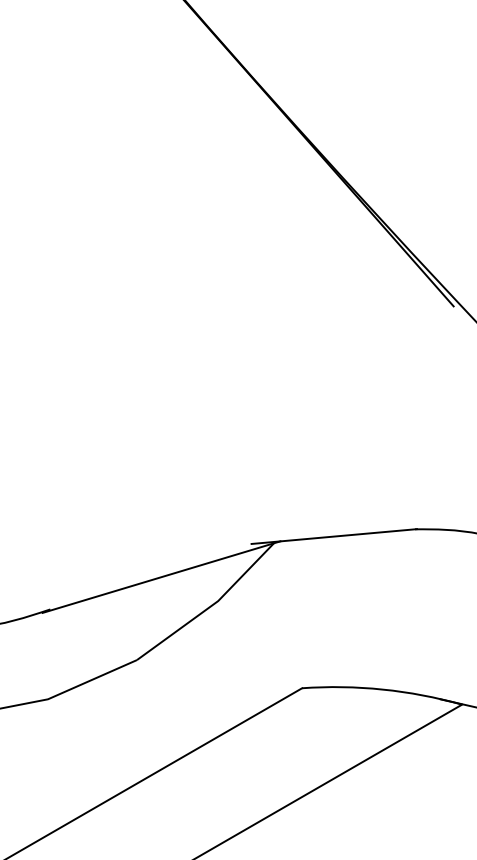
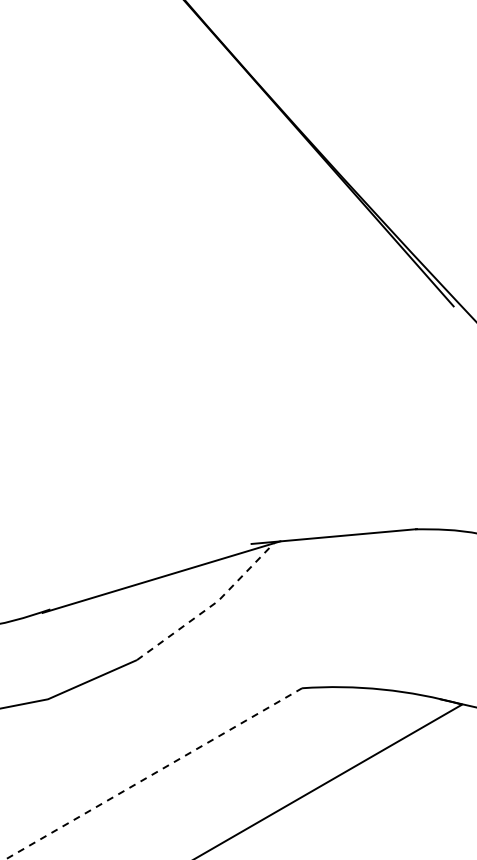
line at (210, 606): solid -> dashed
line at (154, 773): solid -> dashed
